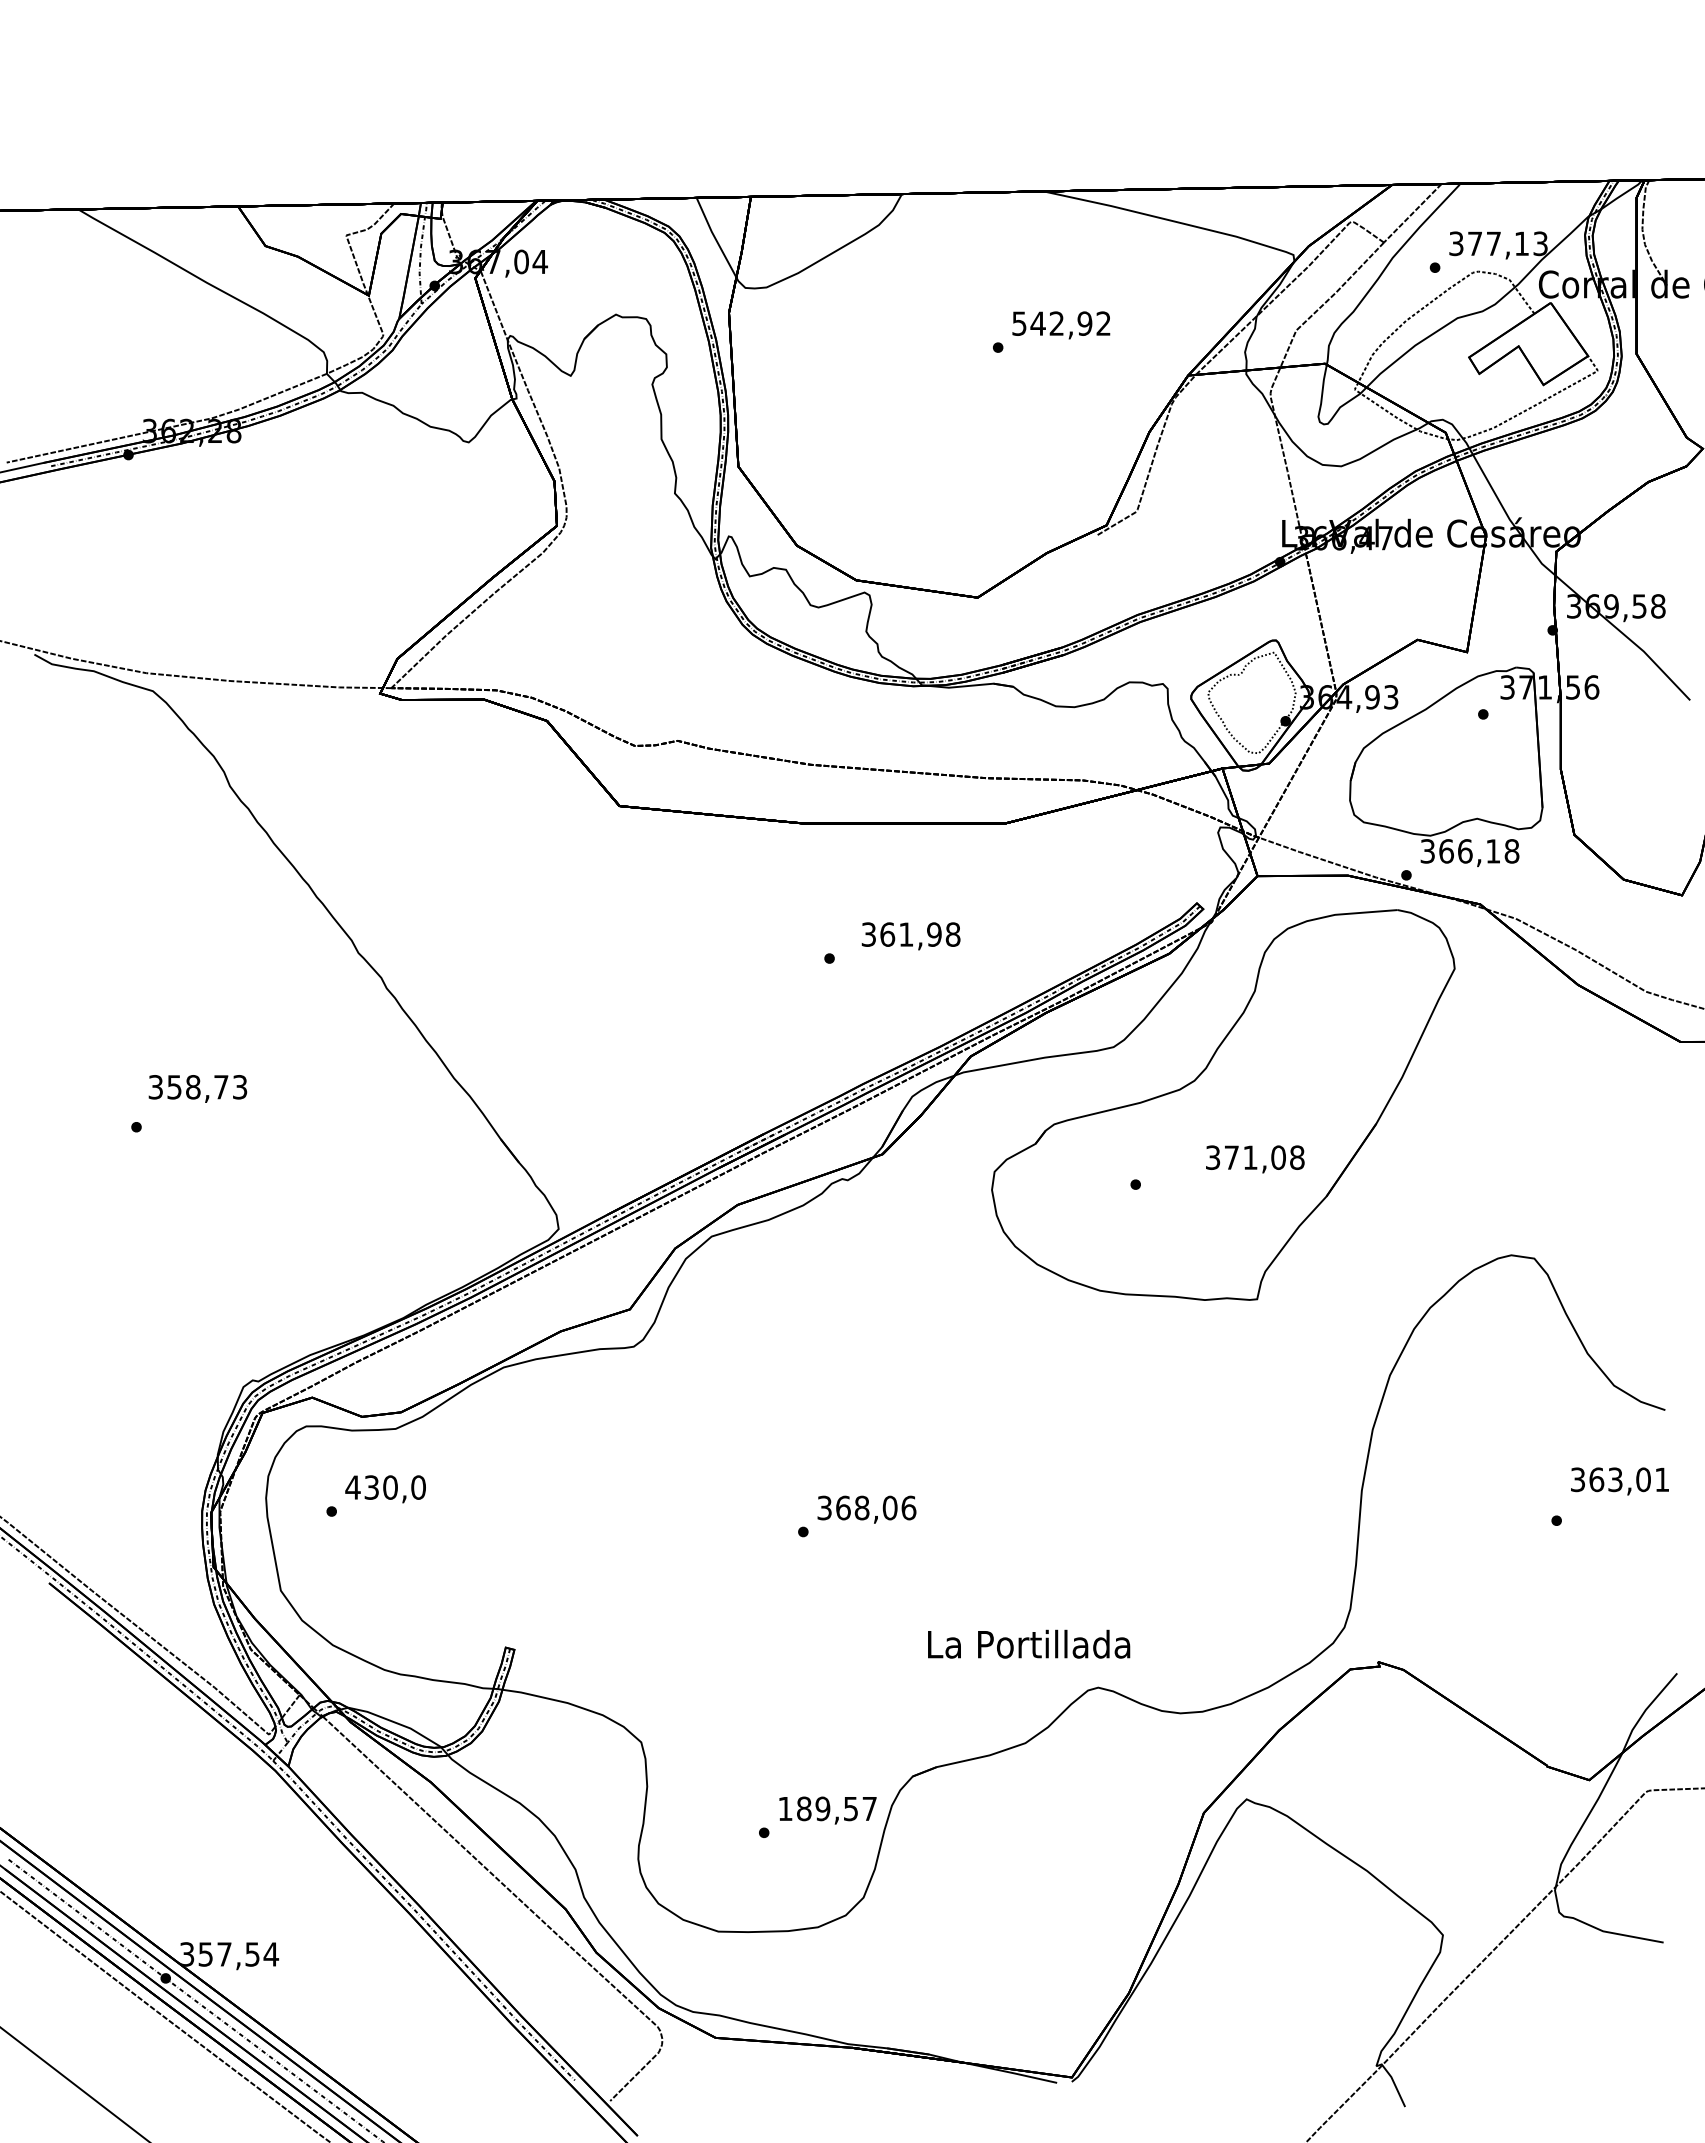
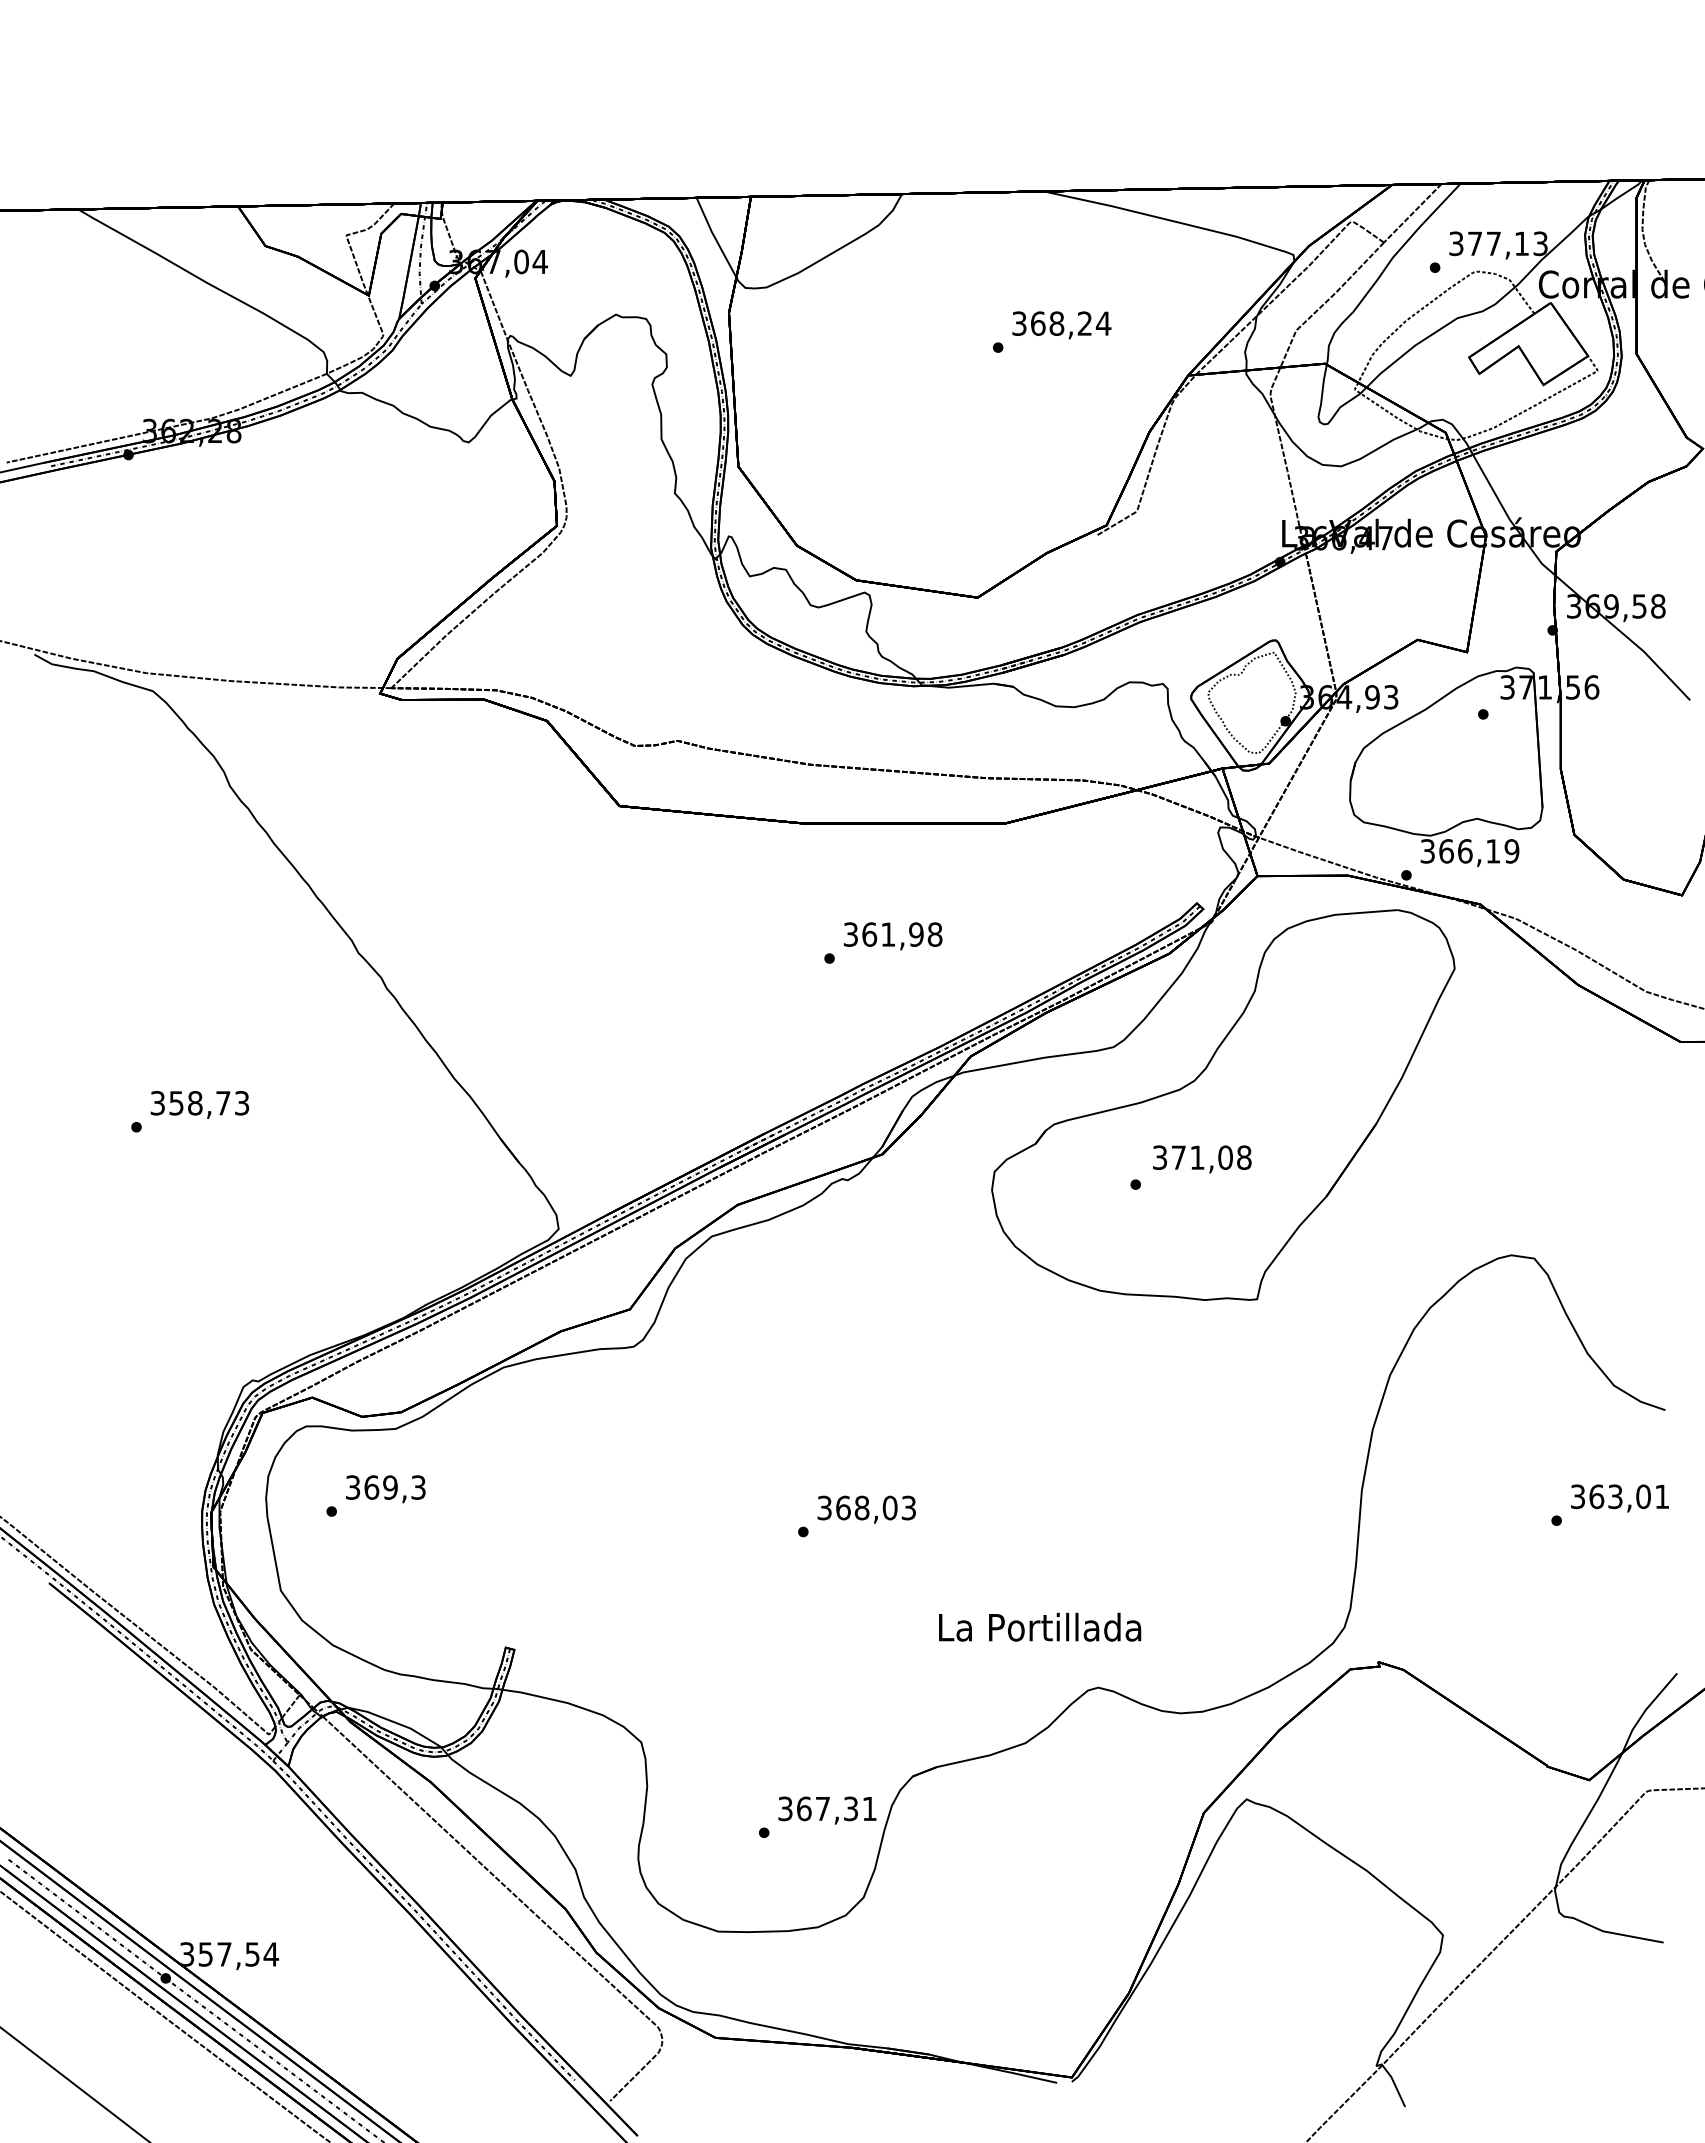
text at (1062, 323): 542,92 -> 368,24
text at (1511, 851): 366,18 -> 366,19
text at (910, 936) position: (910, 936) -> (892, 936)
text at (197, 1088) position: (197, 1088) -> (199, 1104)
text at (1255, 1159) position: (1255, 1159) -> (1202, 1159)
text at (1619, 1481) position: (1619, 1481) -> (1619, 1498)
text at (385, 1487): 430,0 -> 369,3
text at (908, 1507): 368,06 -> 368,03
text at (1029, 1643) position: (1029, 1643) -> (1040, 1626)
text at (827, 1808): 189,57 -> 367,31
